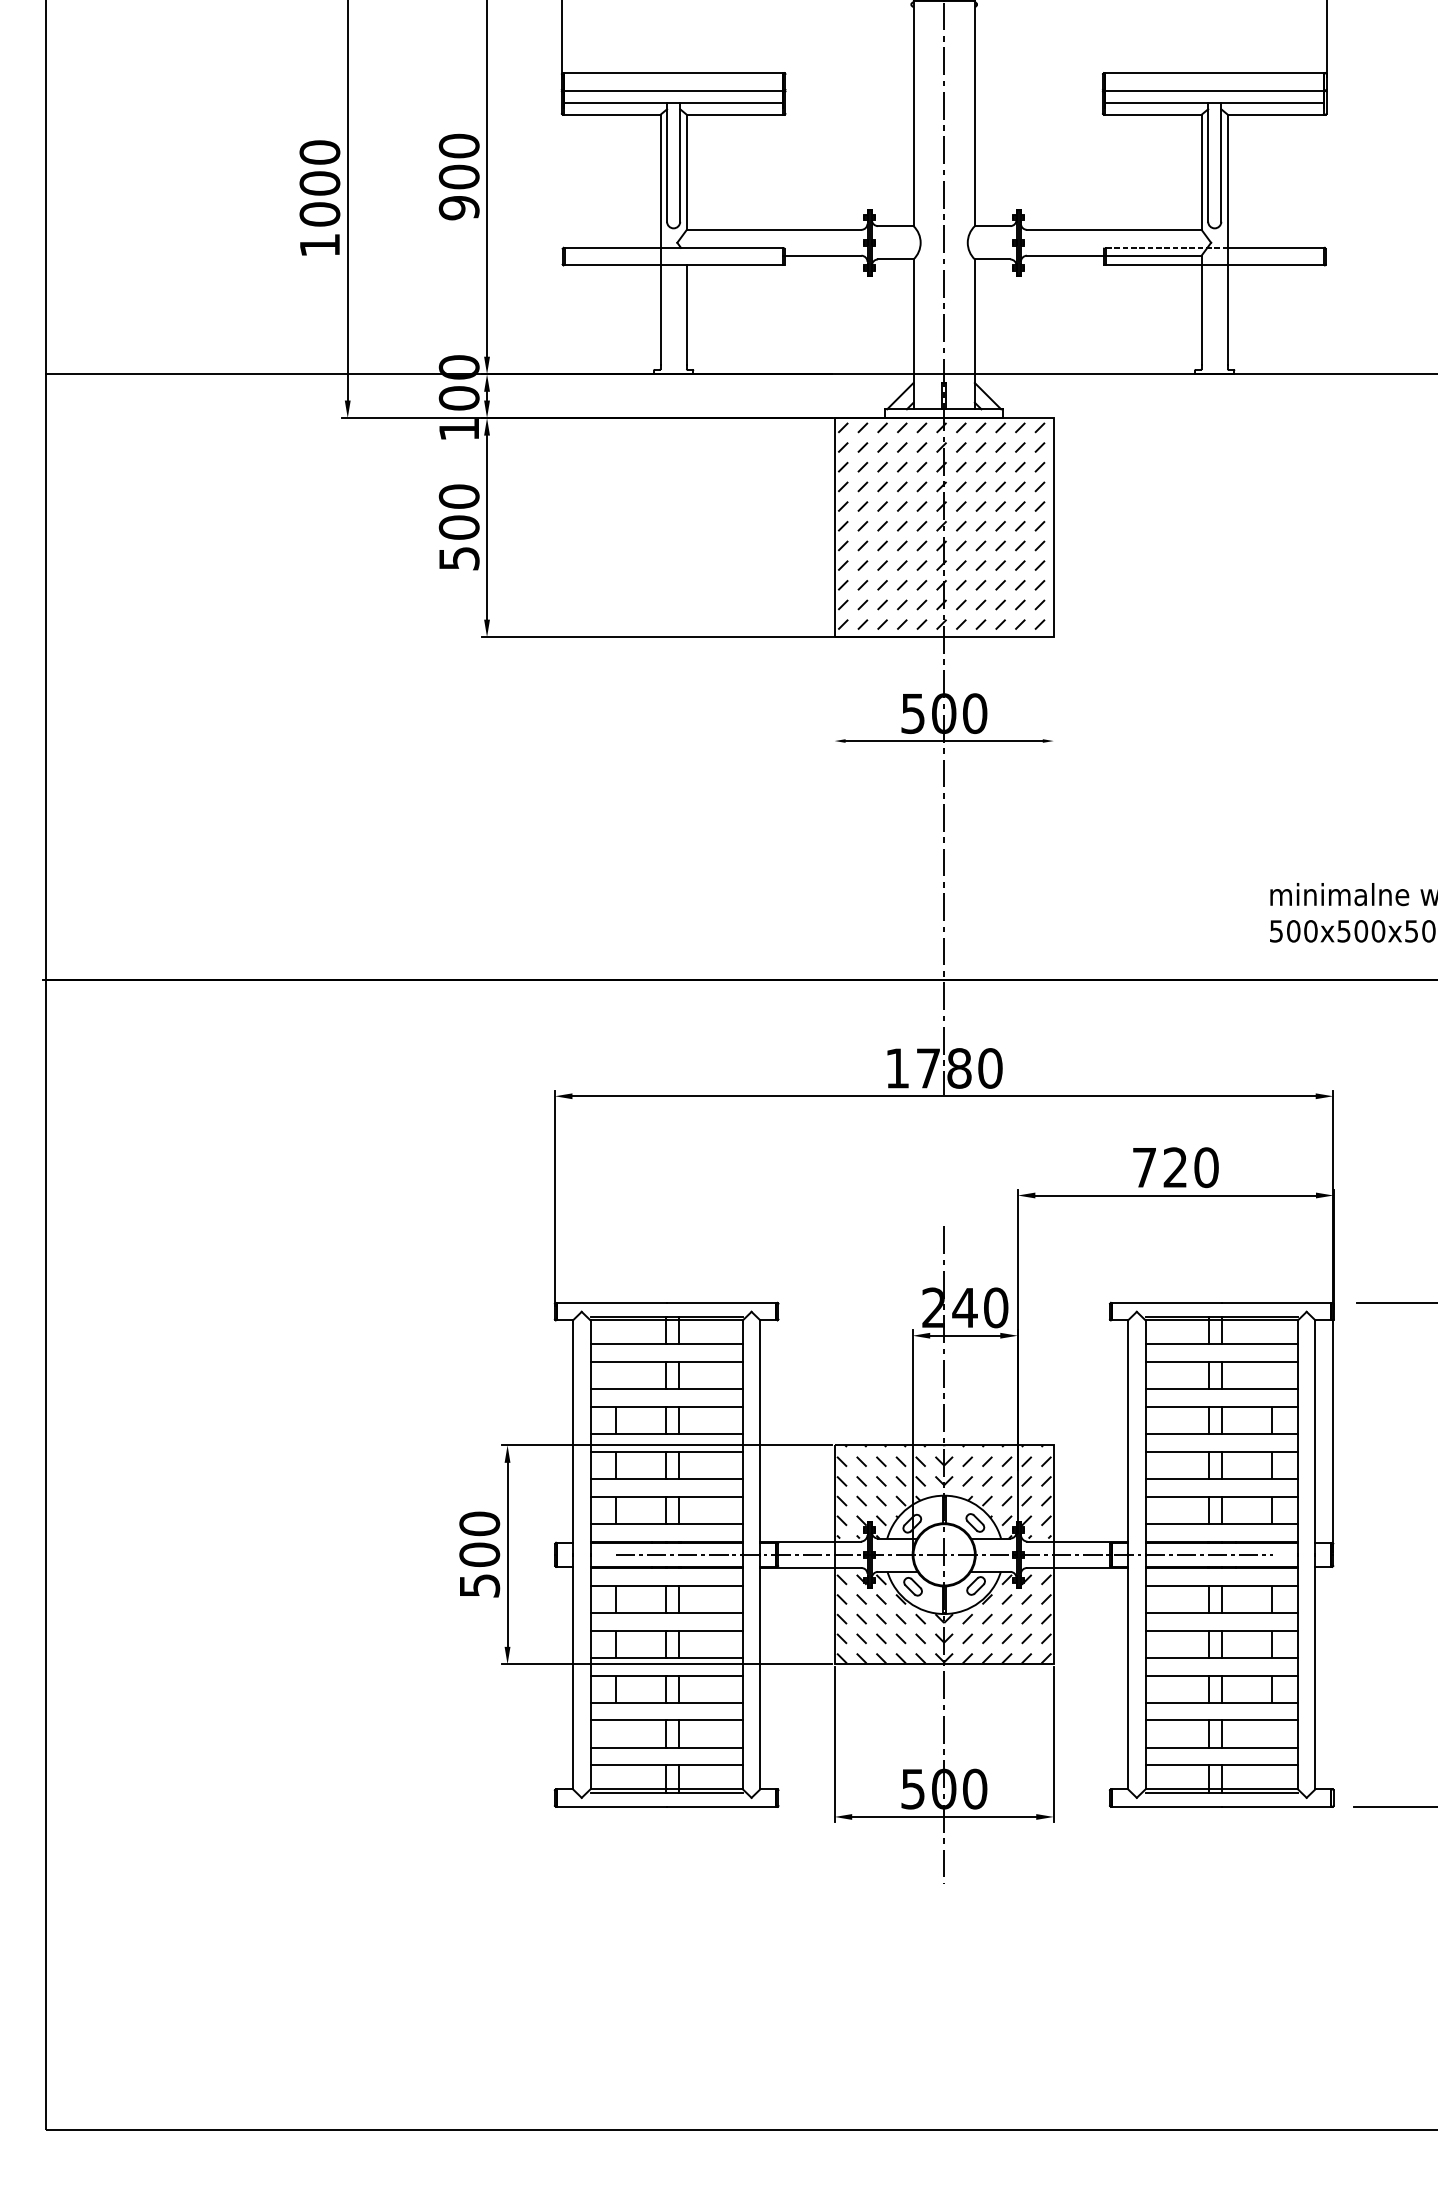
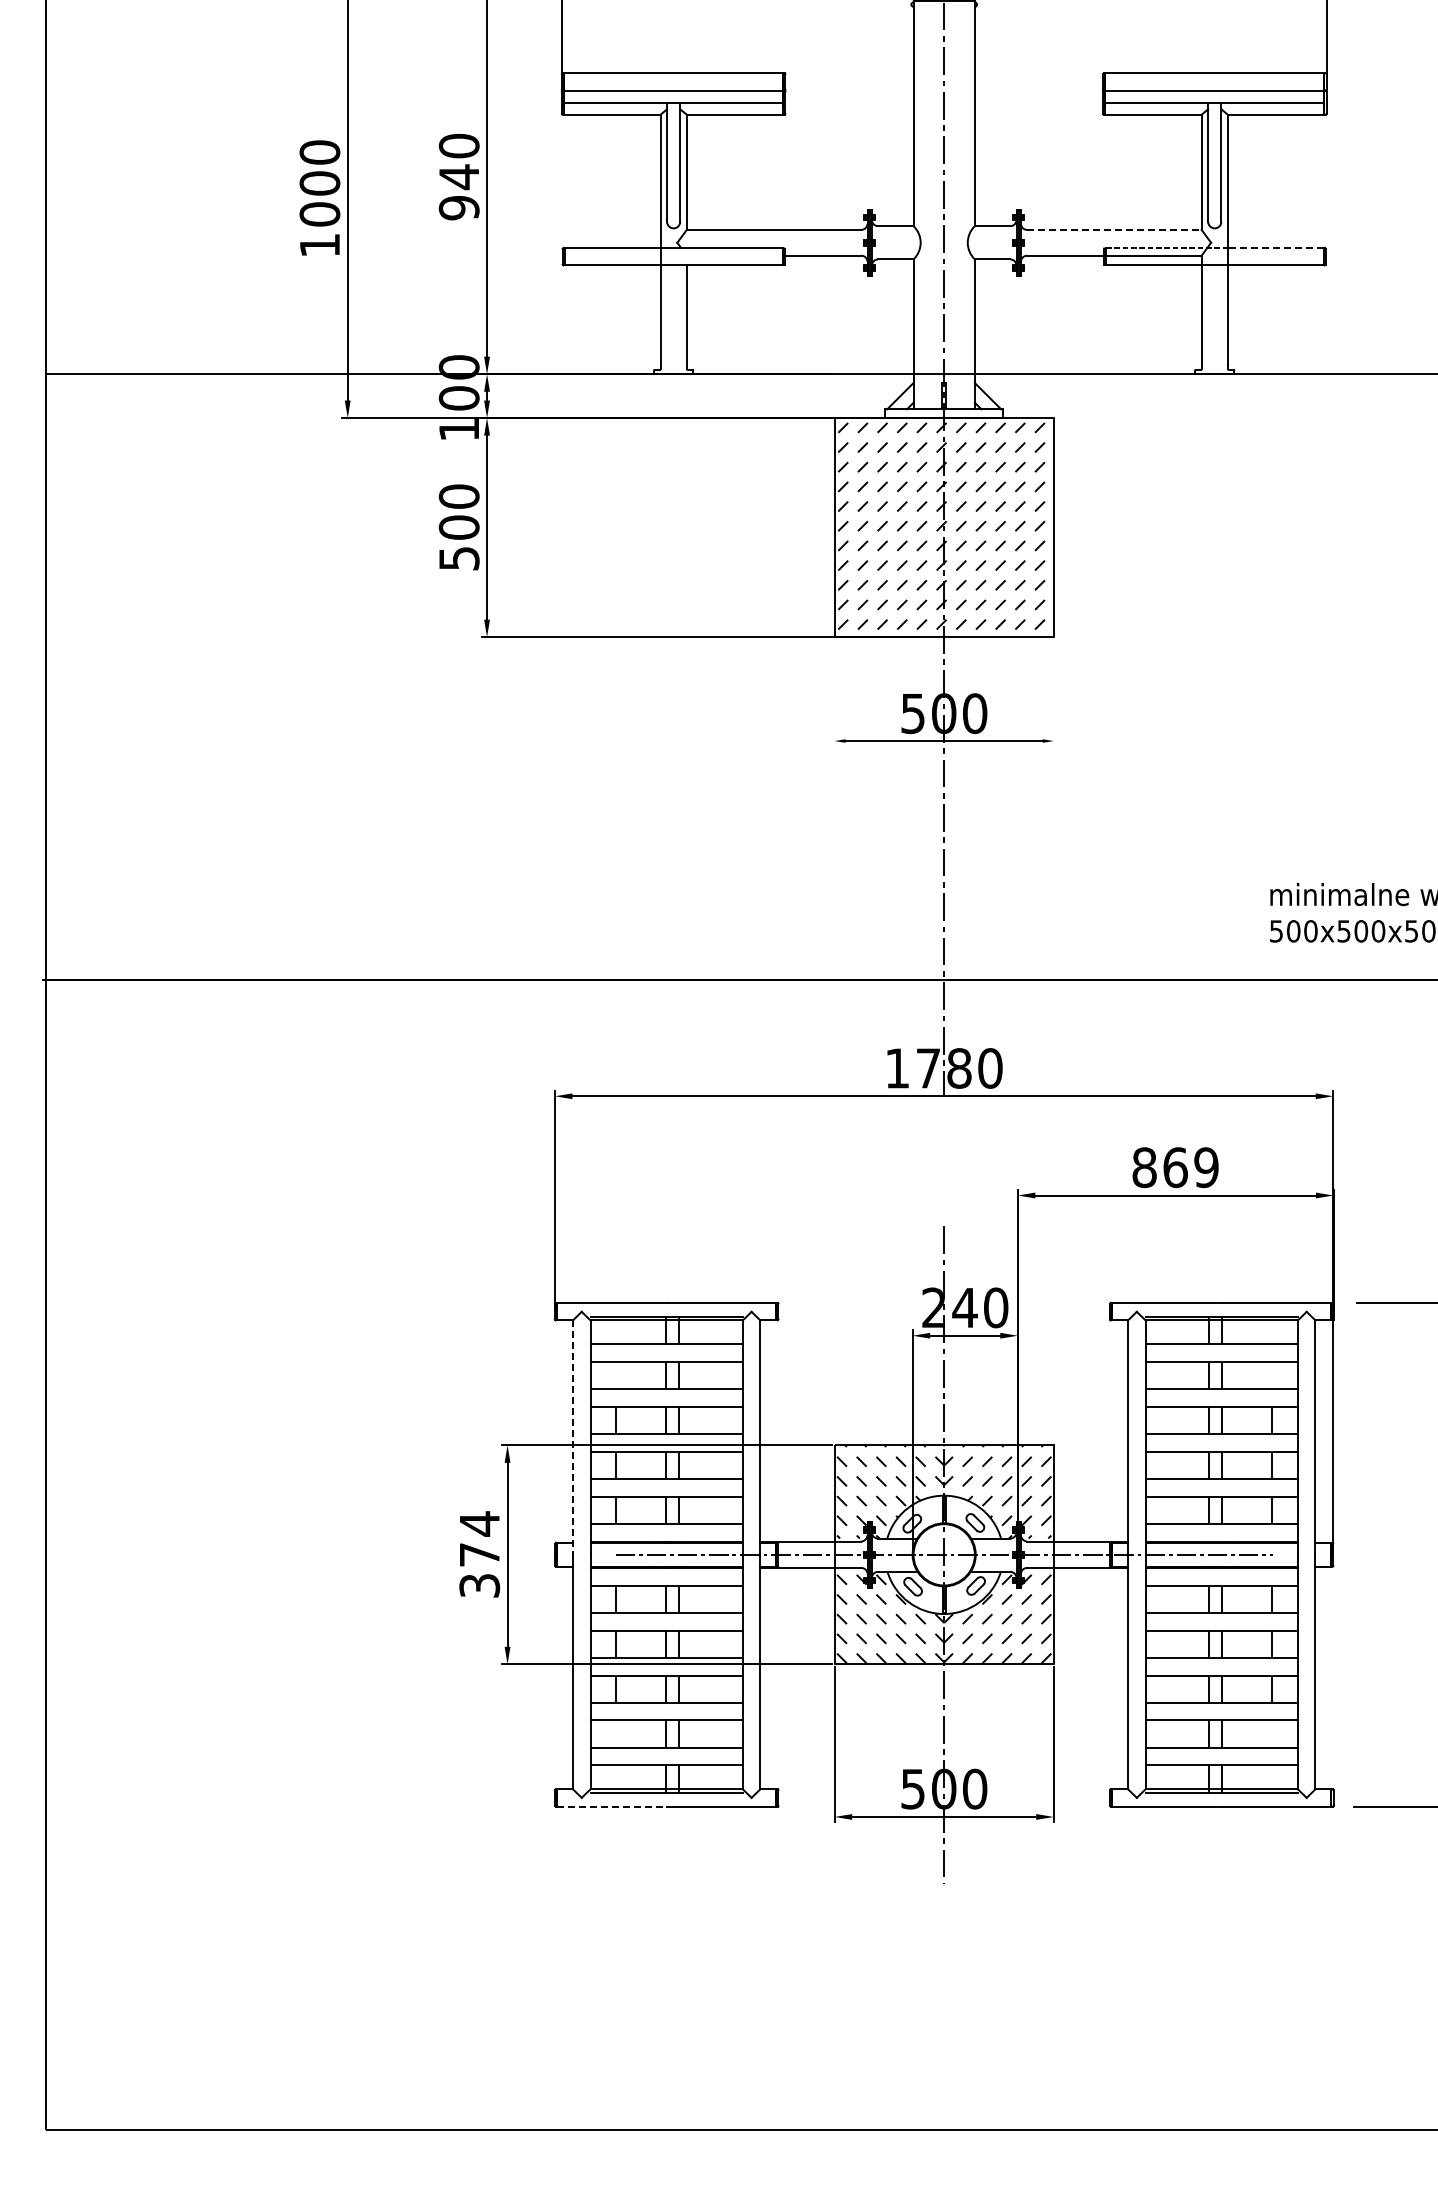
text at (458, 177): 900 -> 940
line at (1114, 229): solid -> dashed
line at (1275, 247): solid -> dashed
text at (1175, 1167): 720 -> 869
line at (572, 1438): solid -> dashed
text at (479, 1554): 500 -> 374
line at (611, 1806): solid -> dashed
